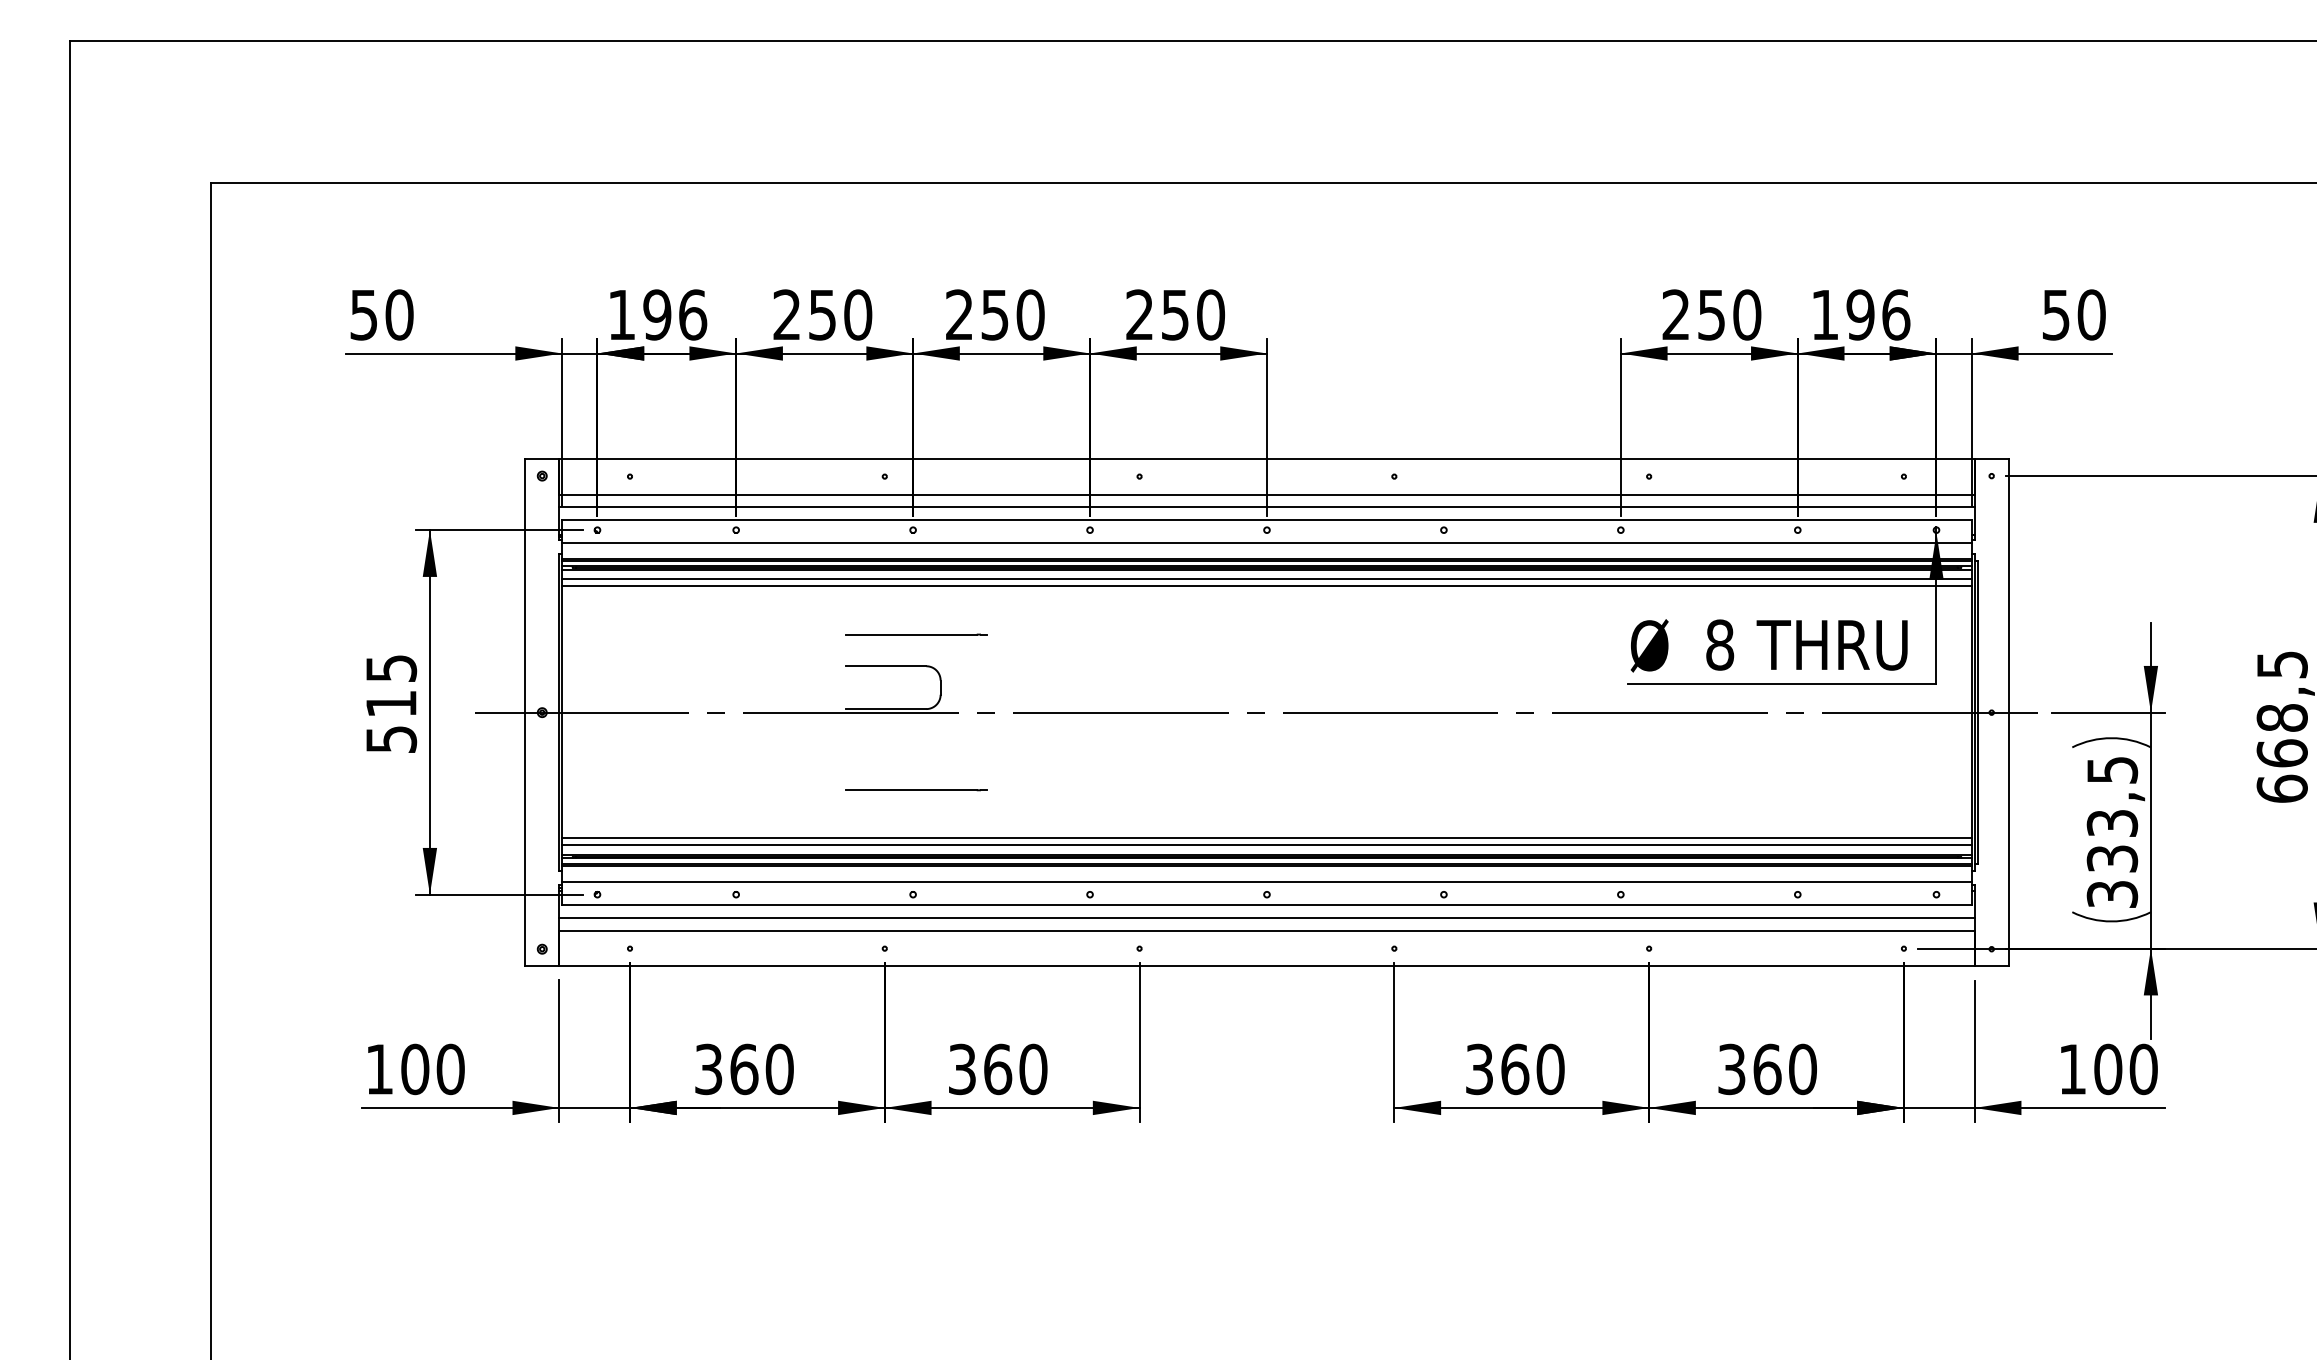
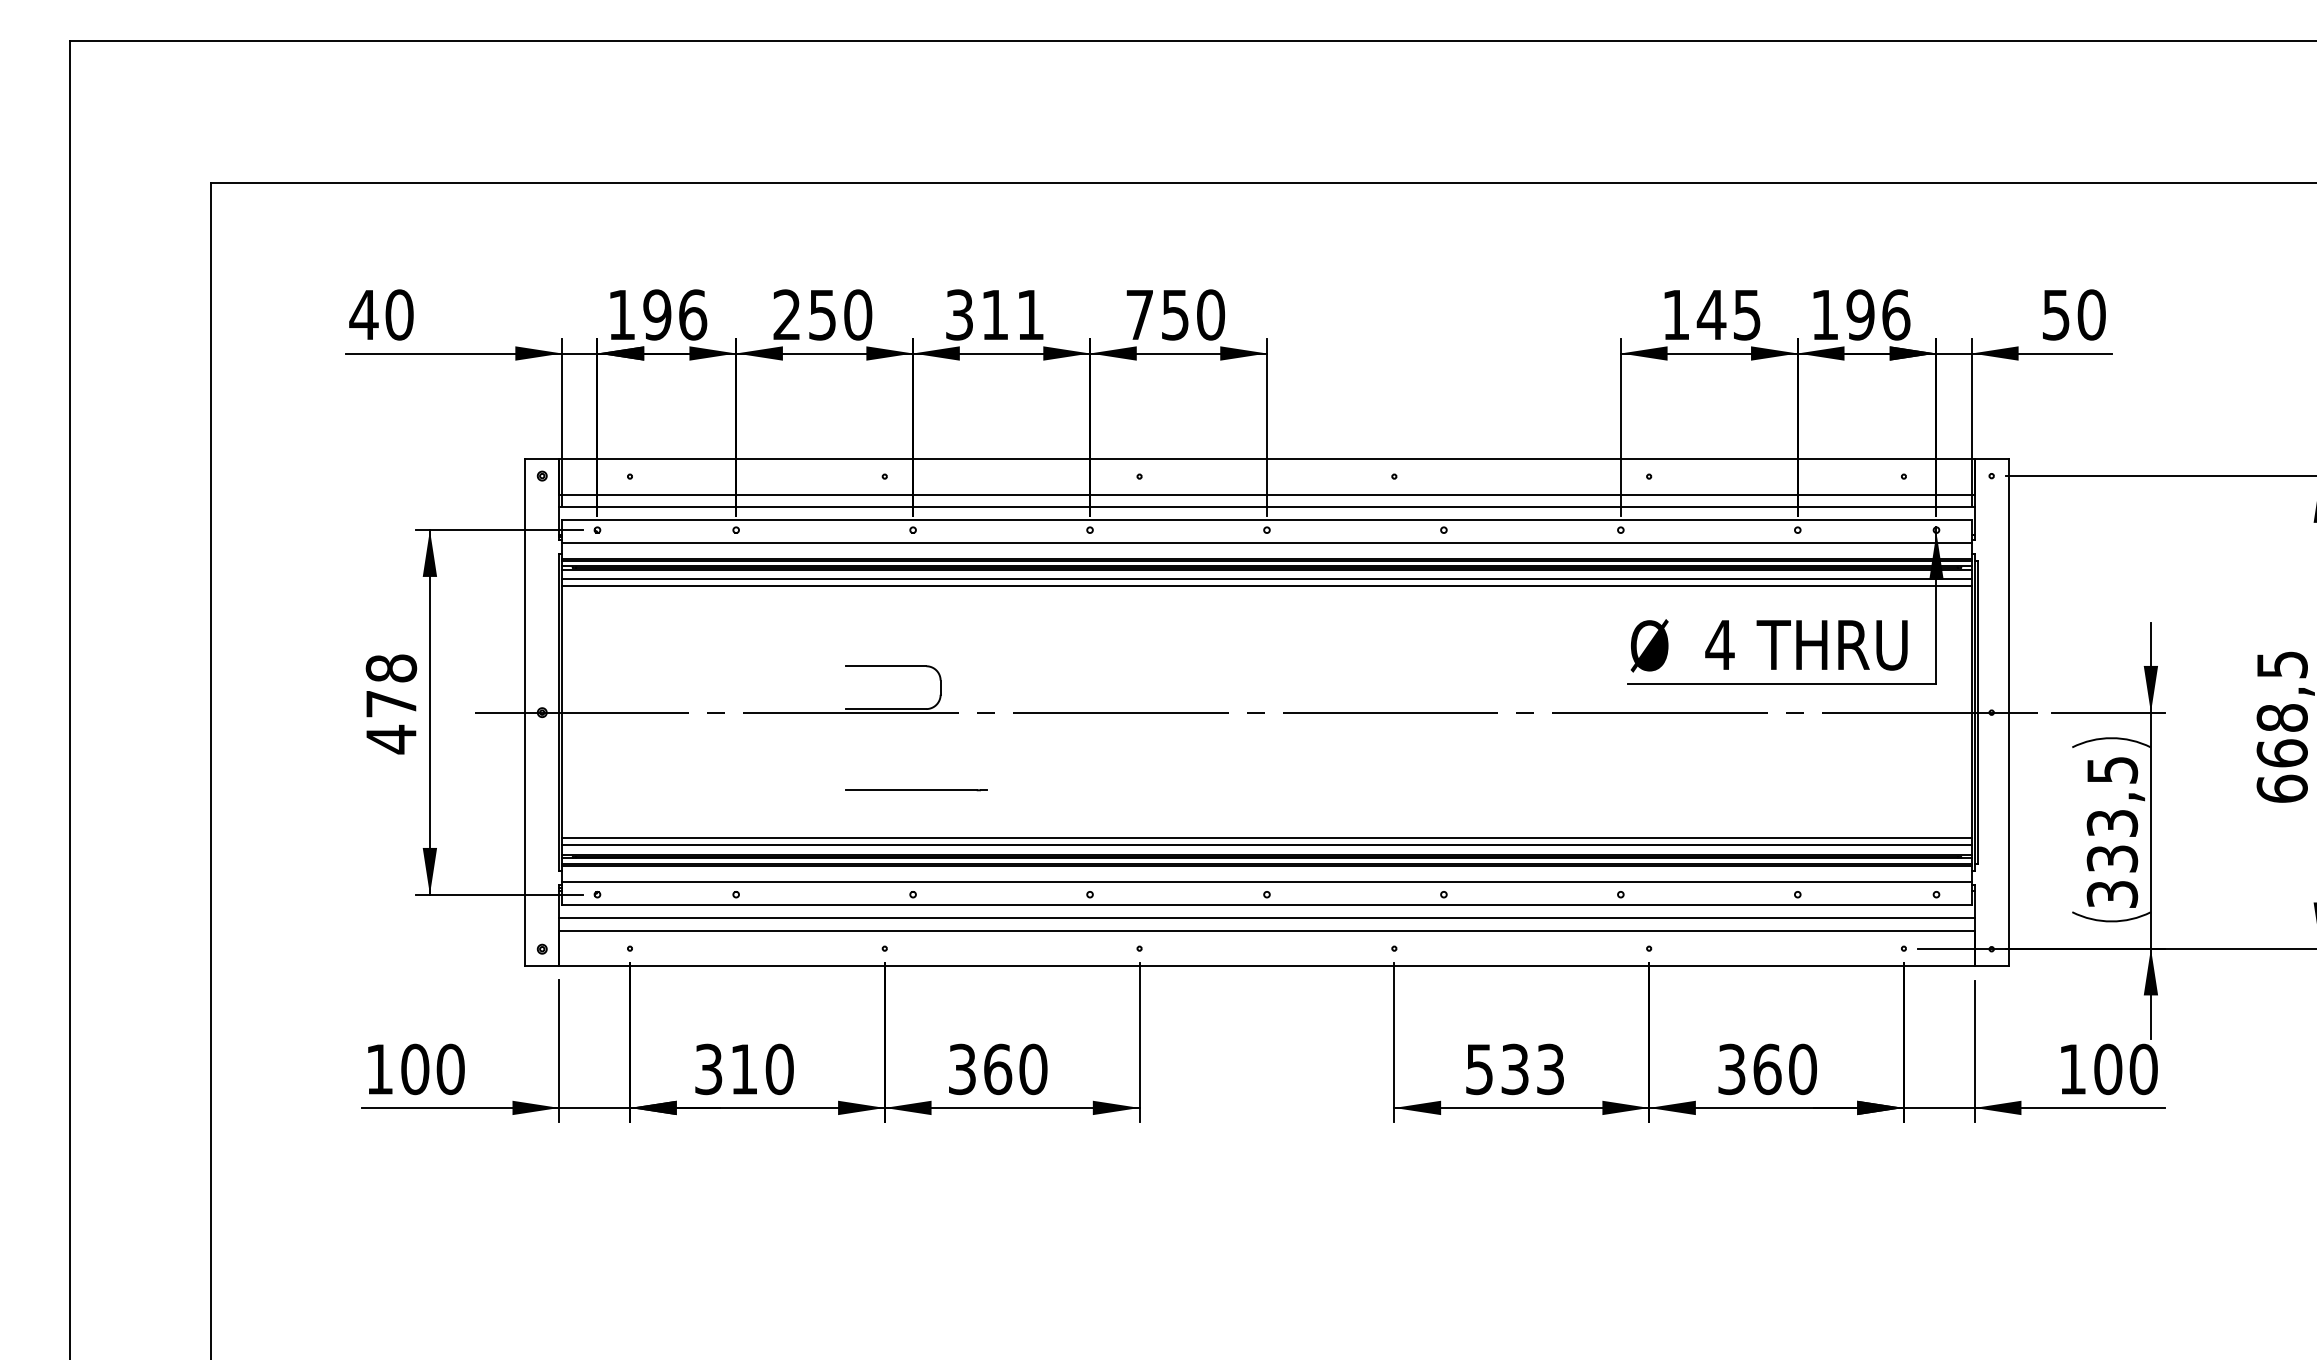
text at (995, 314): 250 -> 311
text at (1139, 314): 250 -> 750
text at (1711, 314): 250 -> 145
text at (363, 315): 50 -> 40
line at (916, 634): present -> none
text at (1719, 644): 8 -> 4
text at (391, 704): 515 -> 478
text at (744, 1069): 360 -> 310
text at (1515, 1069): 360 -> 533
